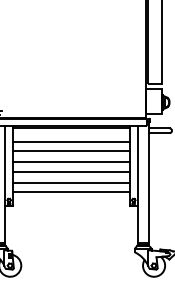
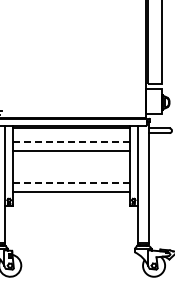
line at (71, 141): solid -> dashed
line at (71, 162): present -> none
line at (71, 171): present -> none
line at (71, 183): solid -> dashed
